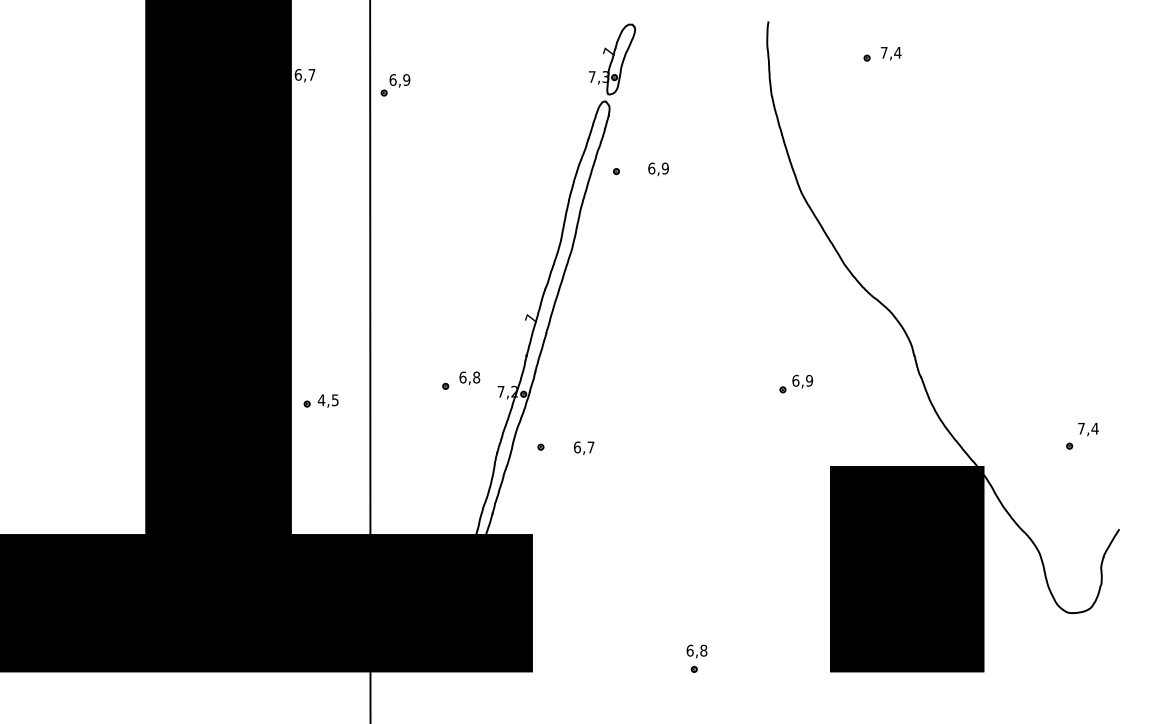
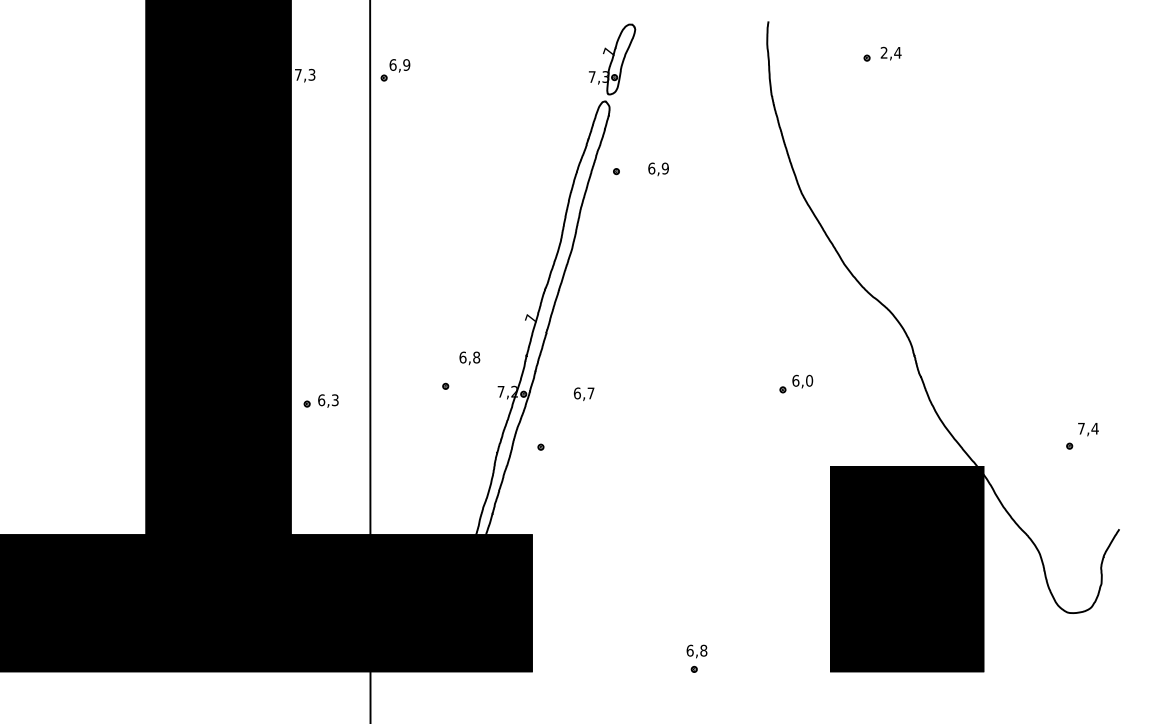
text at (883, 52): 7,4 -> 2,4
text at (304, 74): 6,7 -> 7,3
part at (395, 85) position: (395, 85) -> (395, 70)
text at (469, 378) position: (469, 378) -> (469, 358)
text at (809, 380): 6,9 -> 6,0
text at (327, 400): 4,5 -> 6,3
text at (583, 447) position: (583, 447) -> (583, 393)
